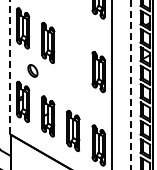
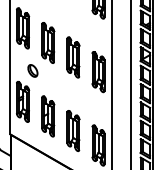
part at (73, 57): none -> present
line at (10, 67): dashed -> solid
line at (130, 84): dashed -> solid
